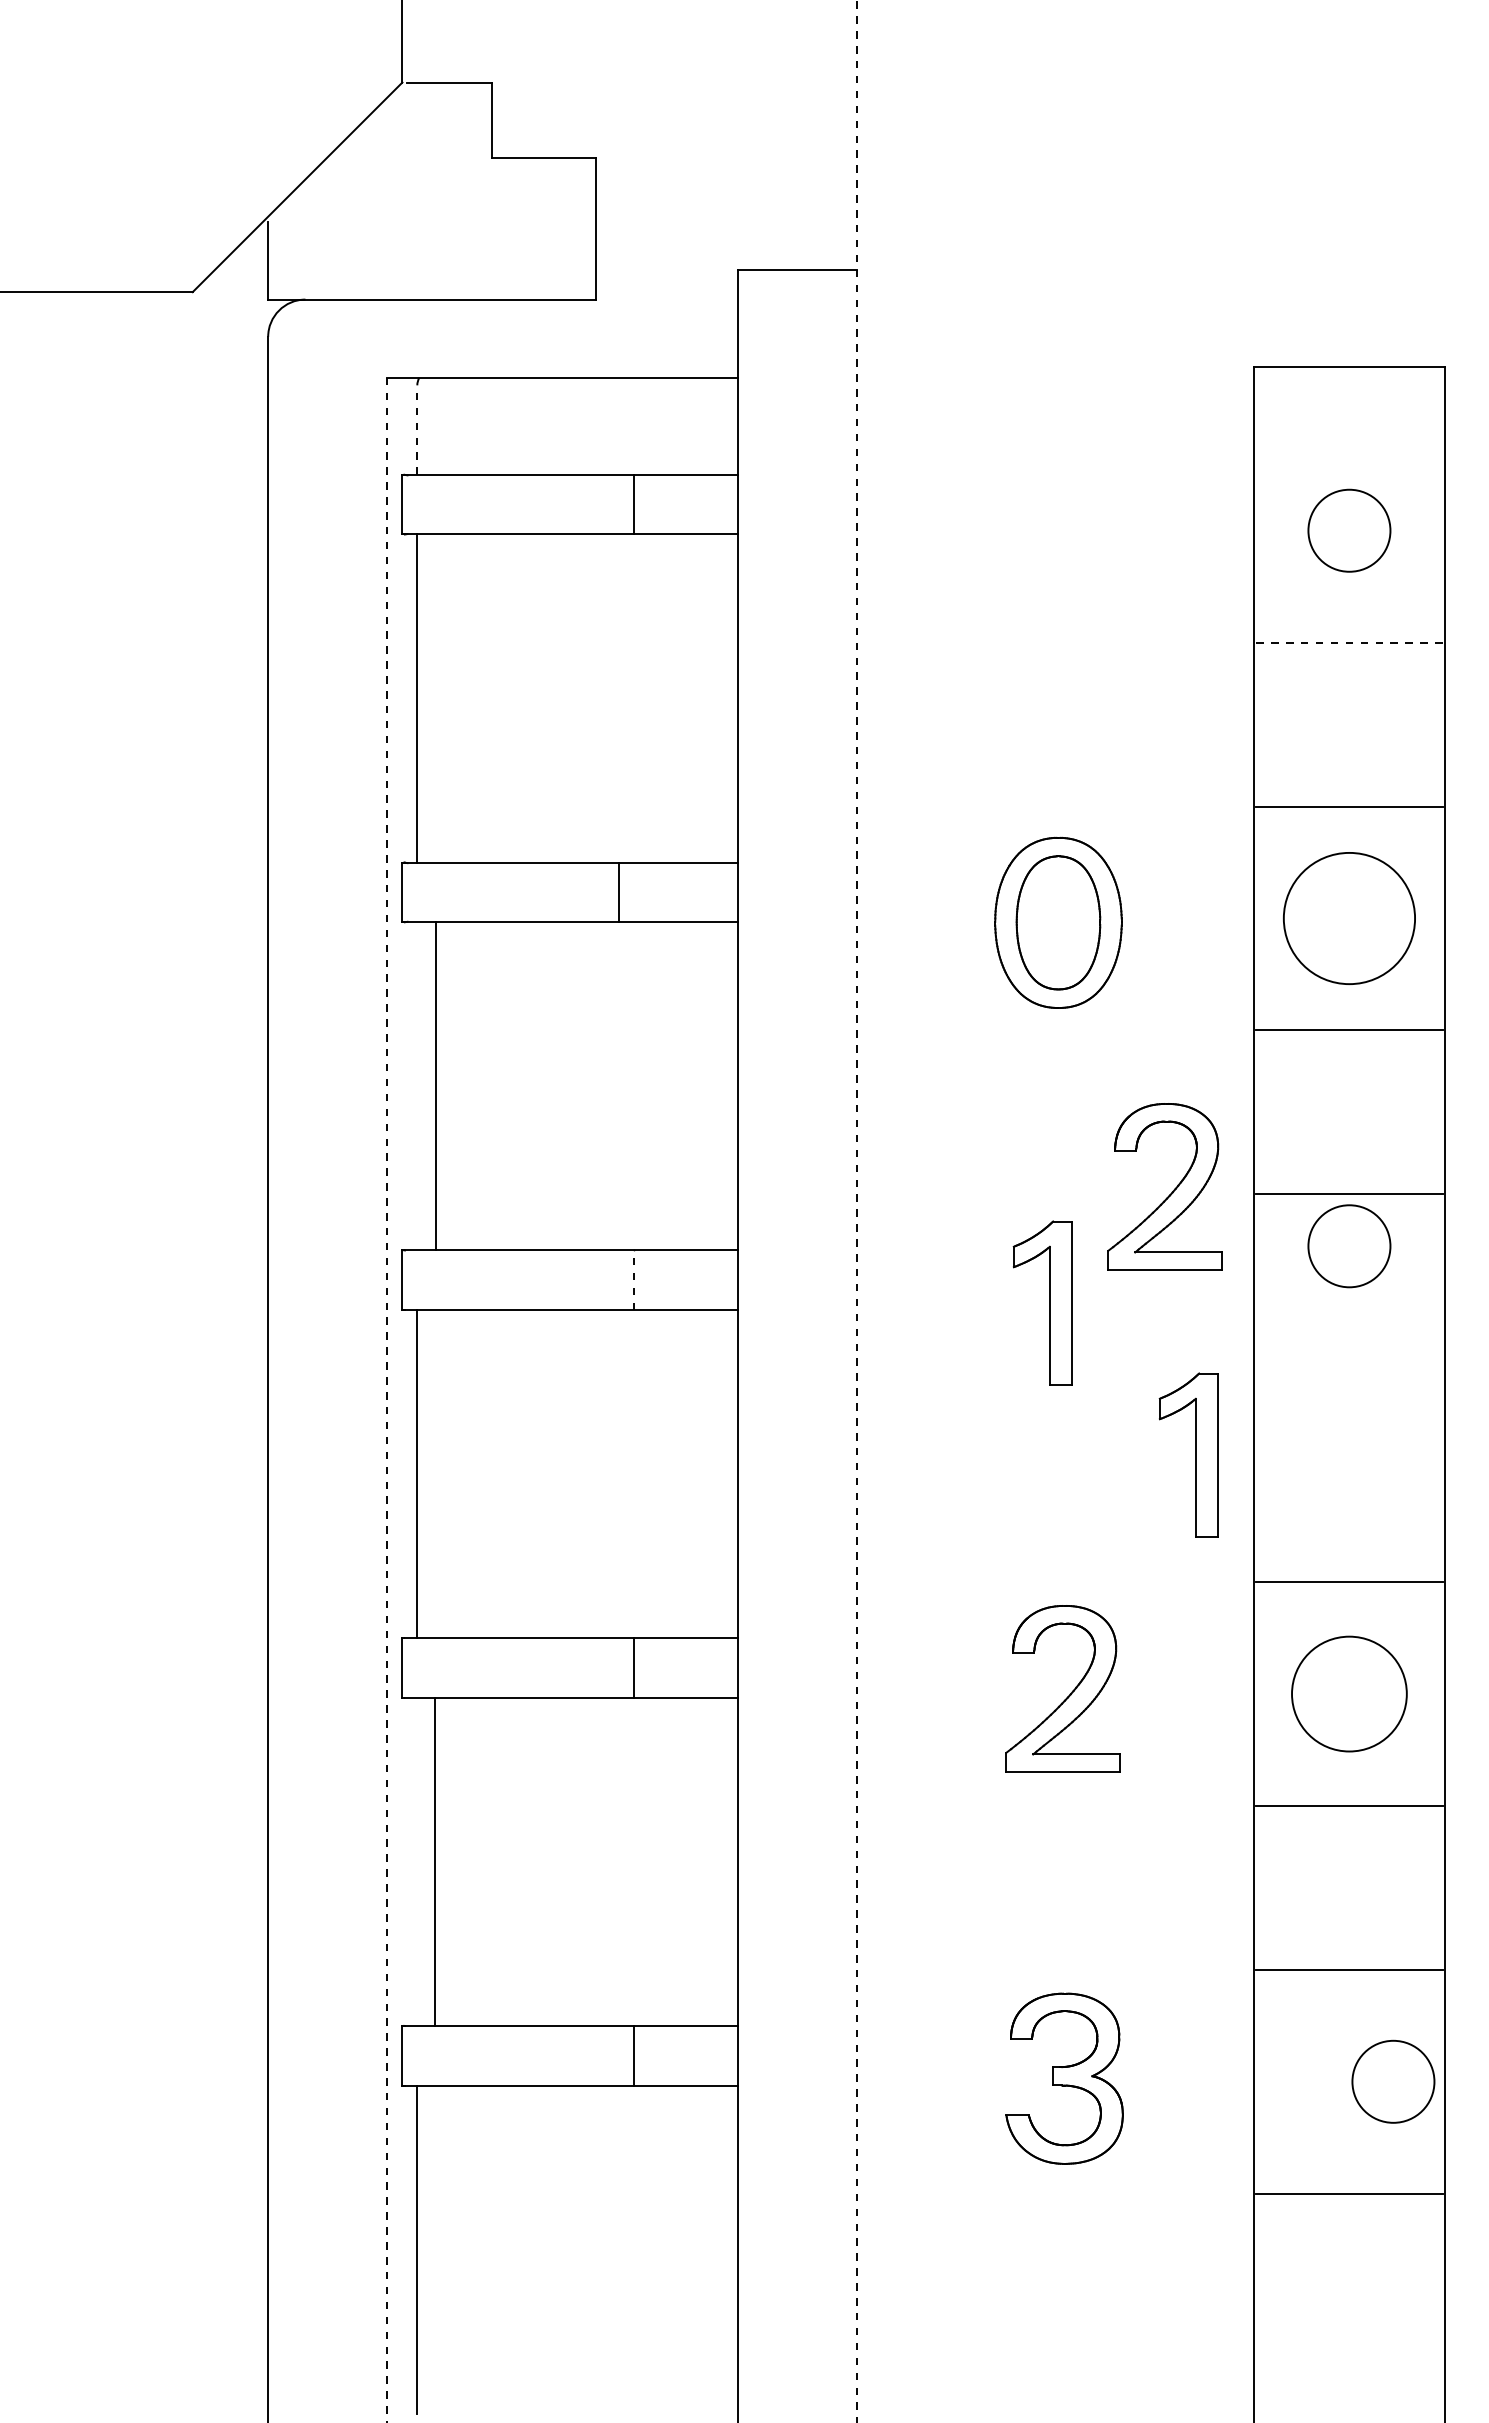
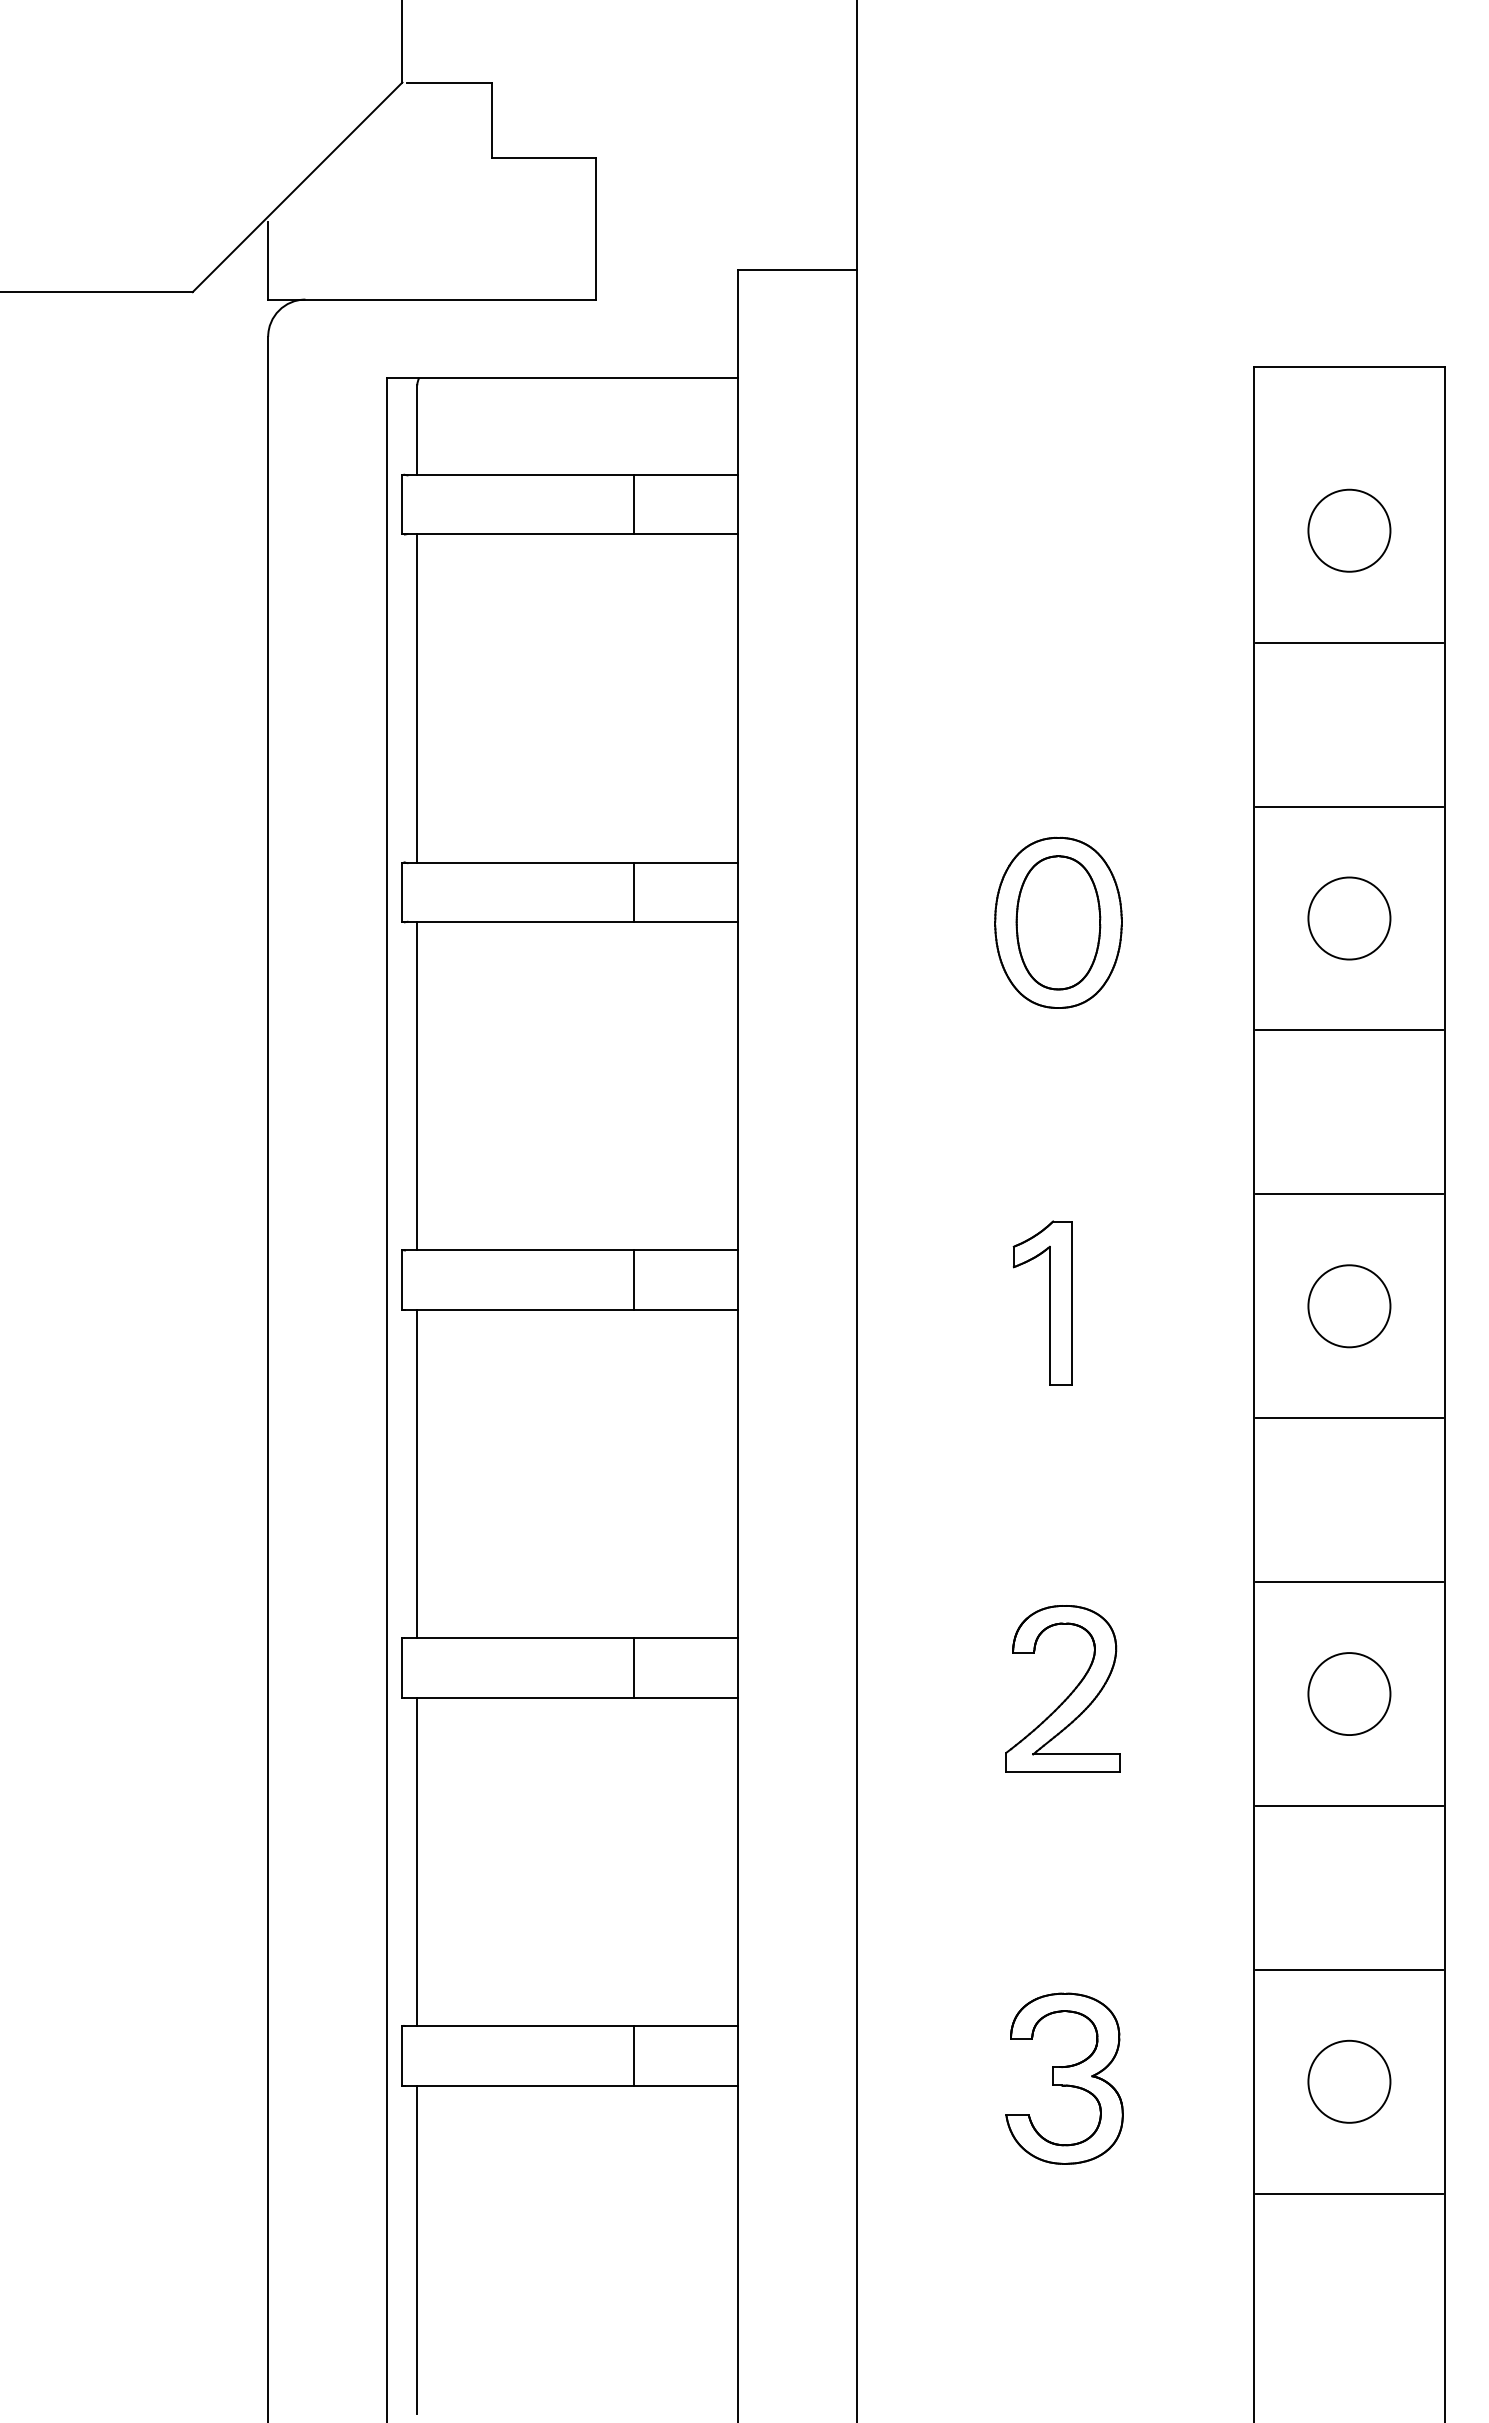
line at (417, 430): dashed -> solid
line at (1349, 642): dashed -> solid
line at (618, 892) position: (618, 892) -> (633, 892)
circle at (1349, 918) diameter: 131 px -> 82 px
line at (436, 1086) position: (436, 1086) -> (417, 1086)
part at (1171, 1192): present -> none
line at (857, 1210): dashed -> solid
circle at (1349, 1246) position: (1349, 1246) -> (1349, 1306)
line at (633, 1280): dashed -> solid
line at (387, 1400): dashed -> solid
line at (1349, 1418): none -> present
part at (1195, 1454): present -> none
circle at (1349, 1693) size: 117x118 px -> 85x84 px
line at (435, 1861) position: (435, 1861) -> (417, 1861)
circle at (1393, 2081) position: (1393, 2081) -> (1349, 2081)
